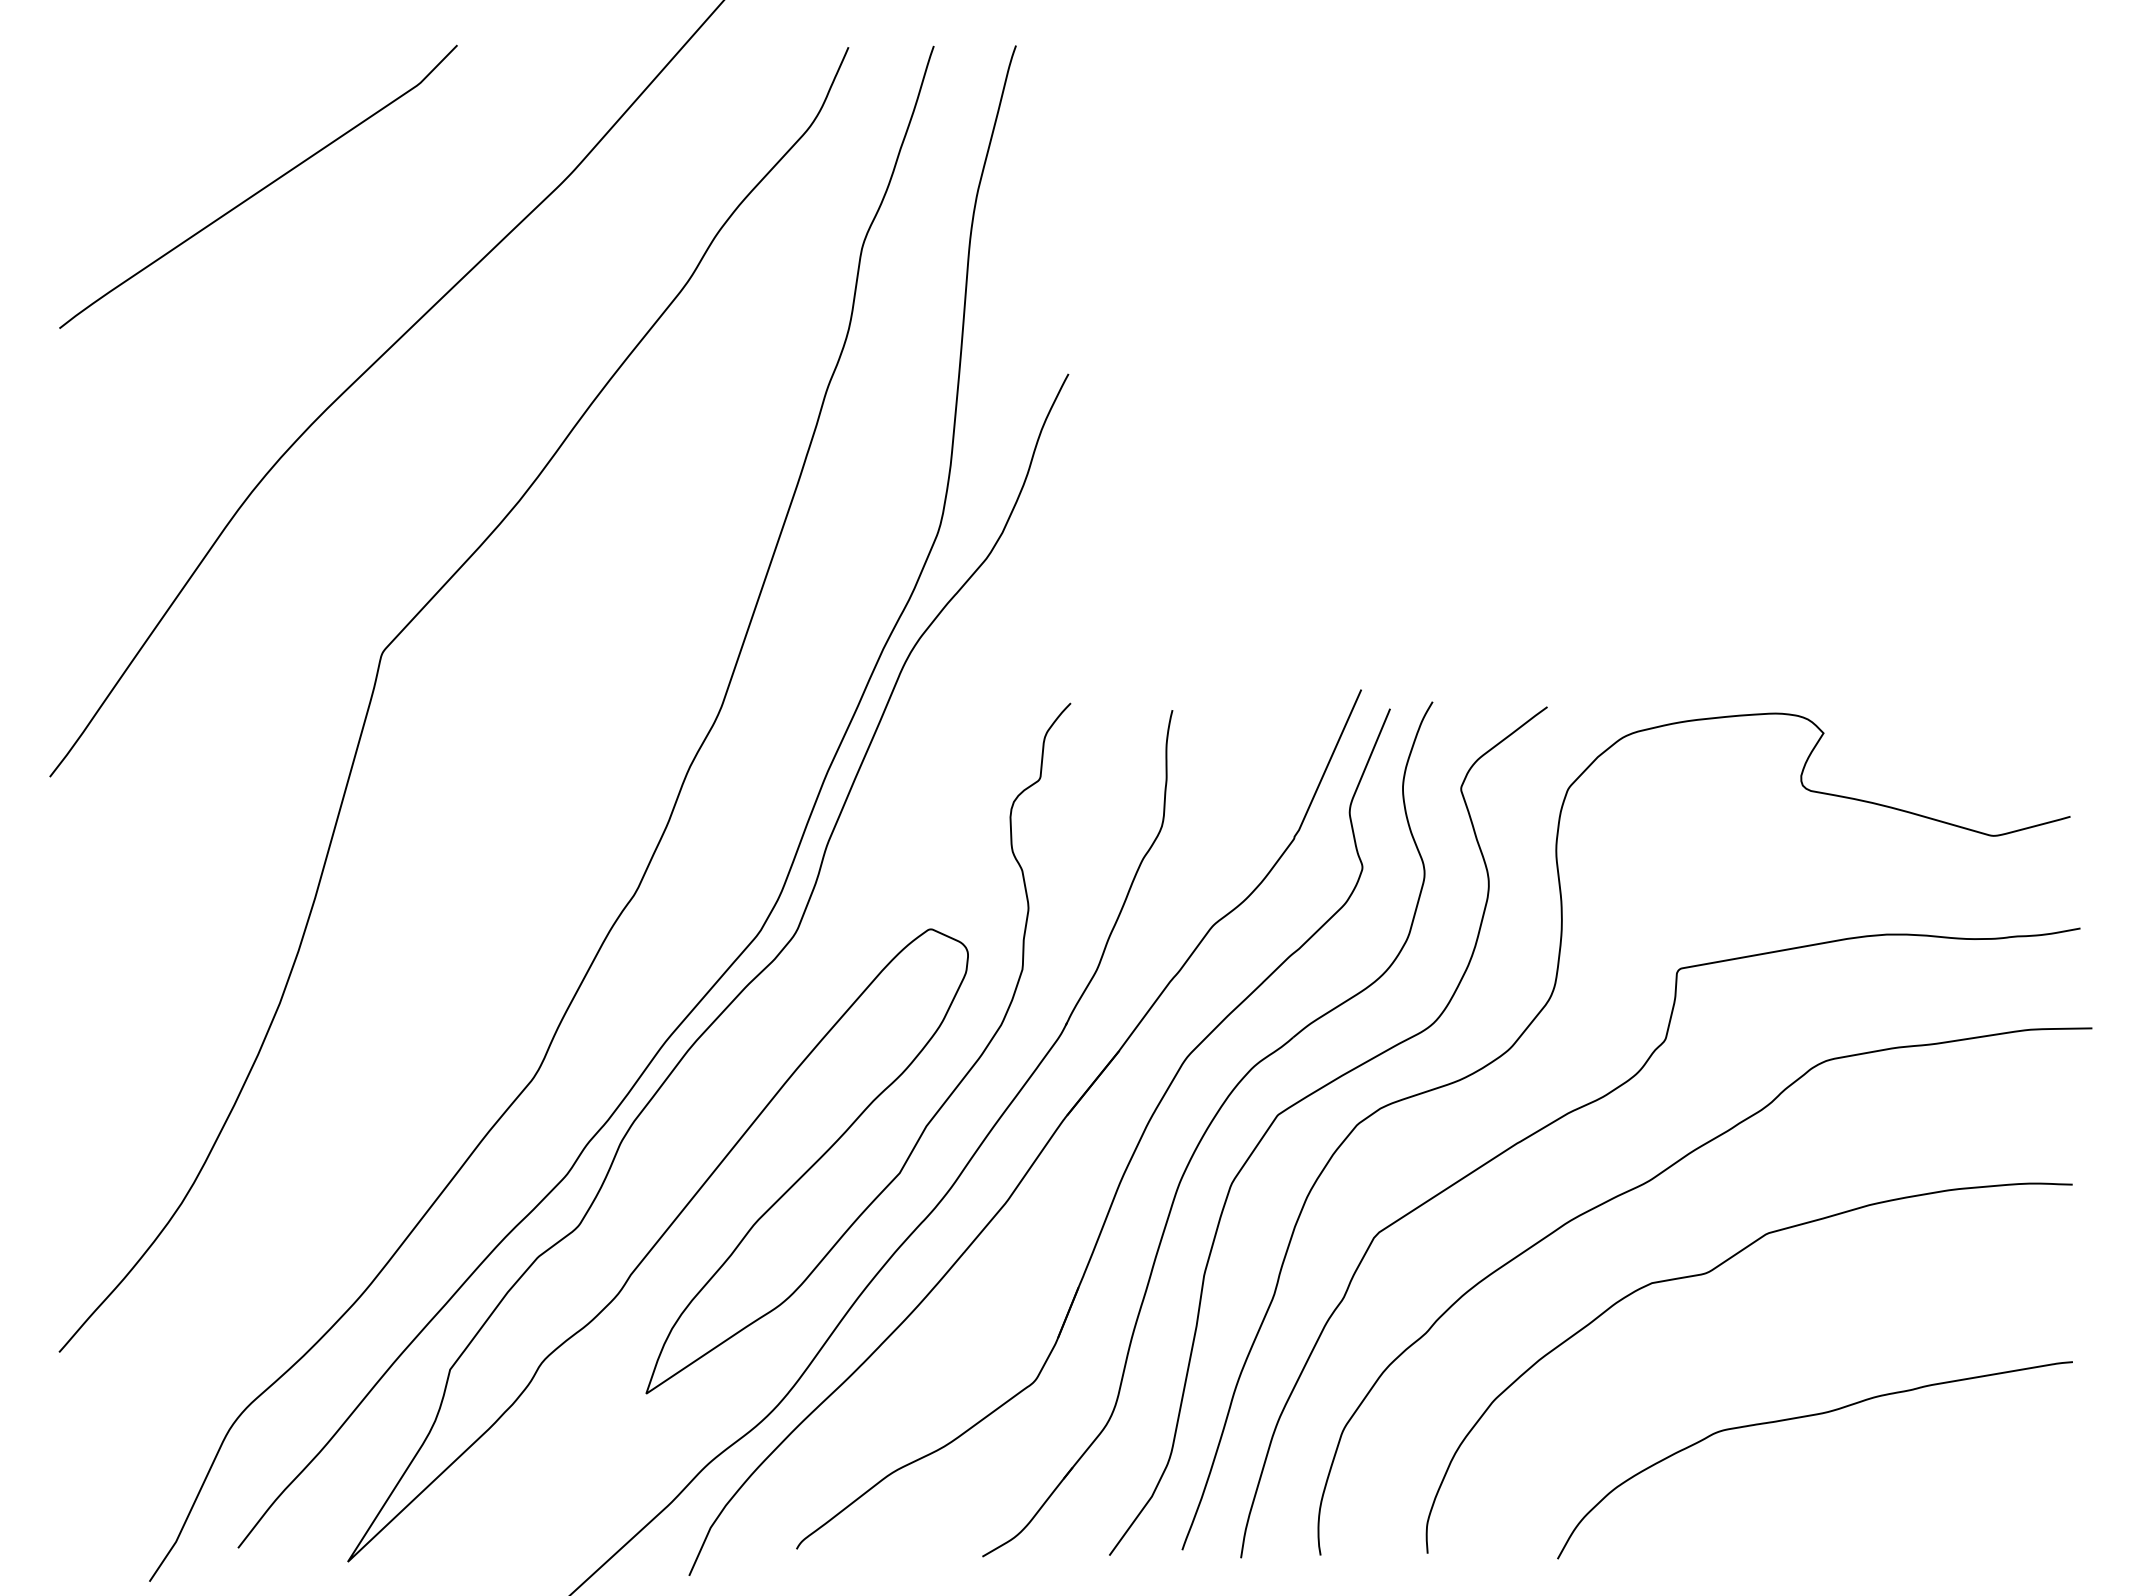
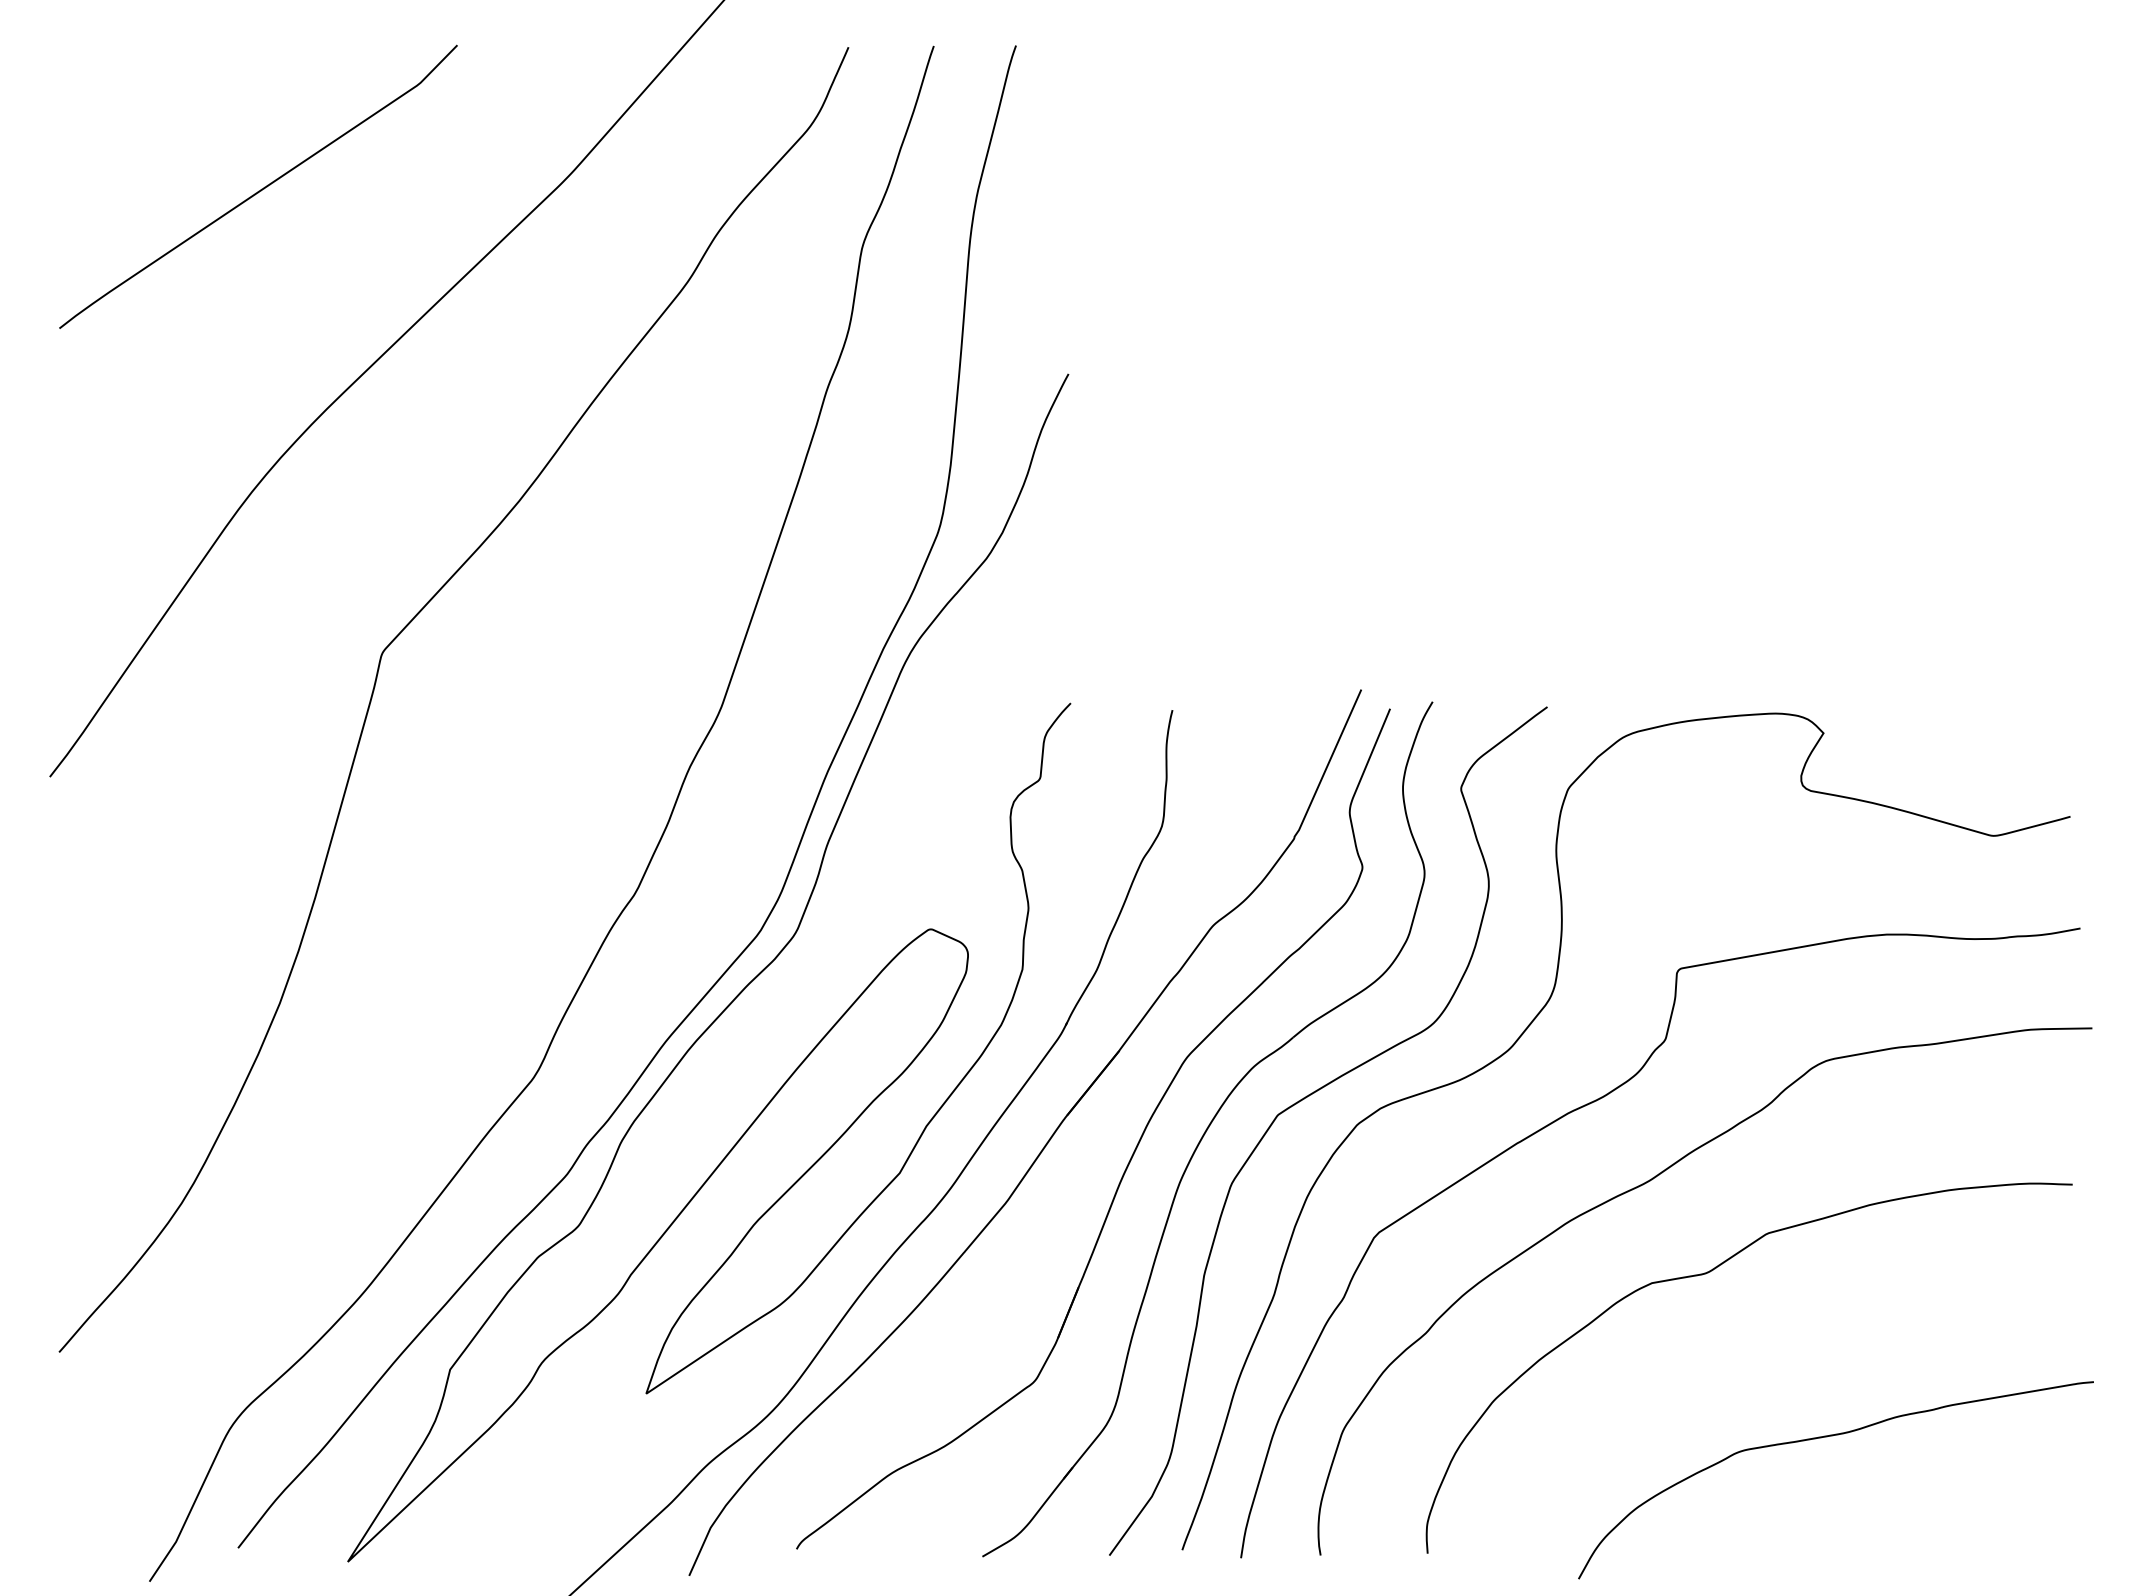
curve at (1806, 1417) position: (1806, 1417) -> (1827, 1437)
